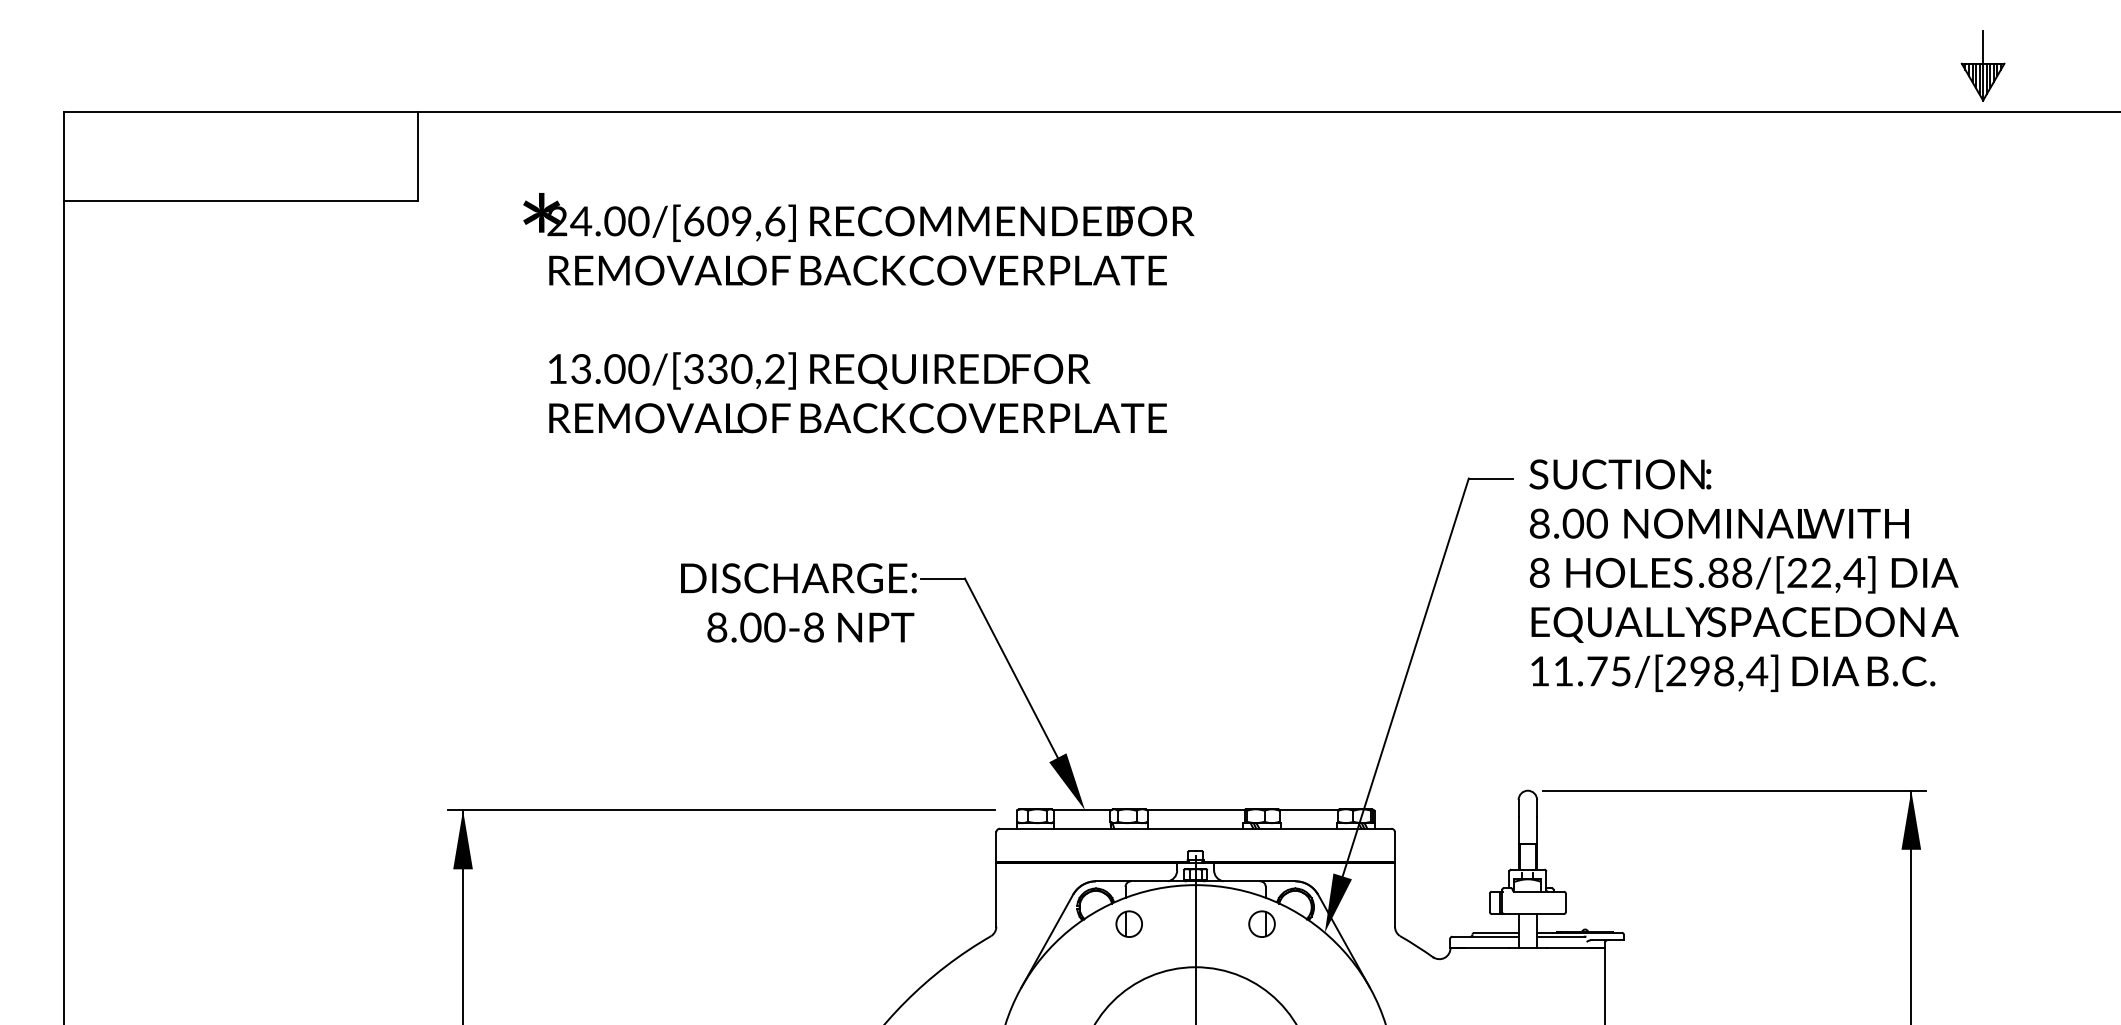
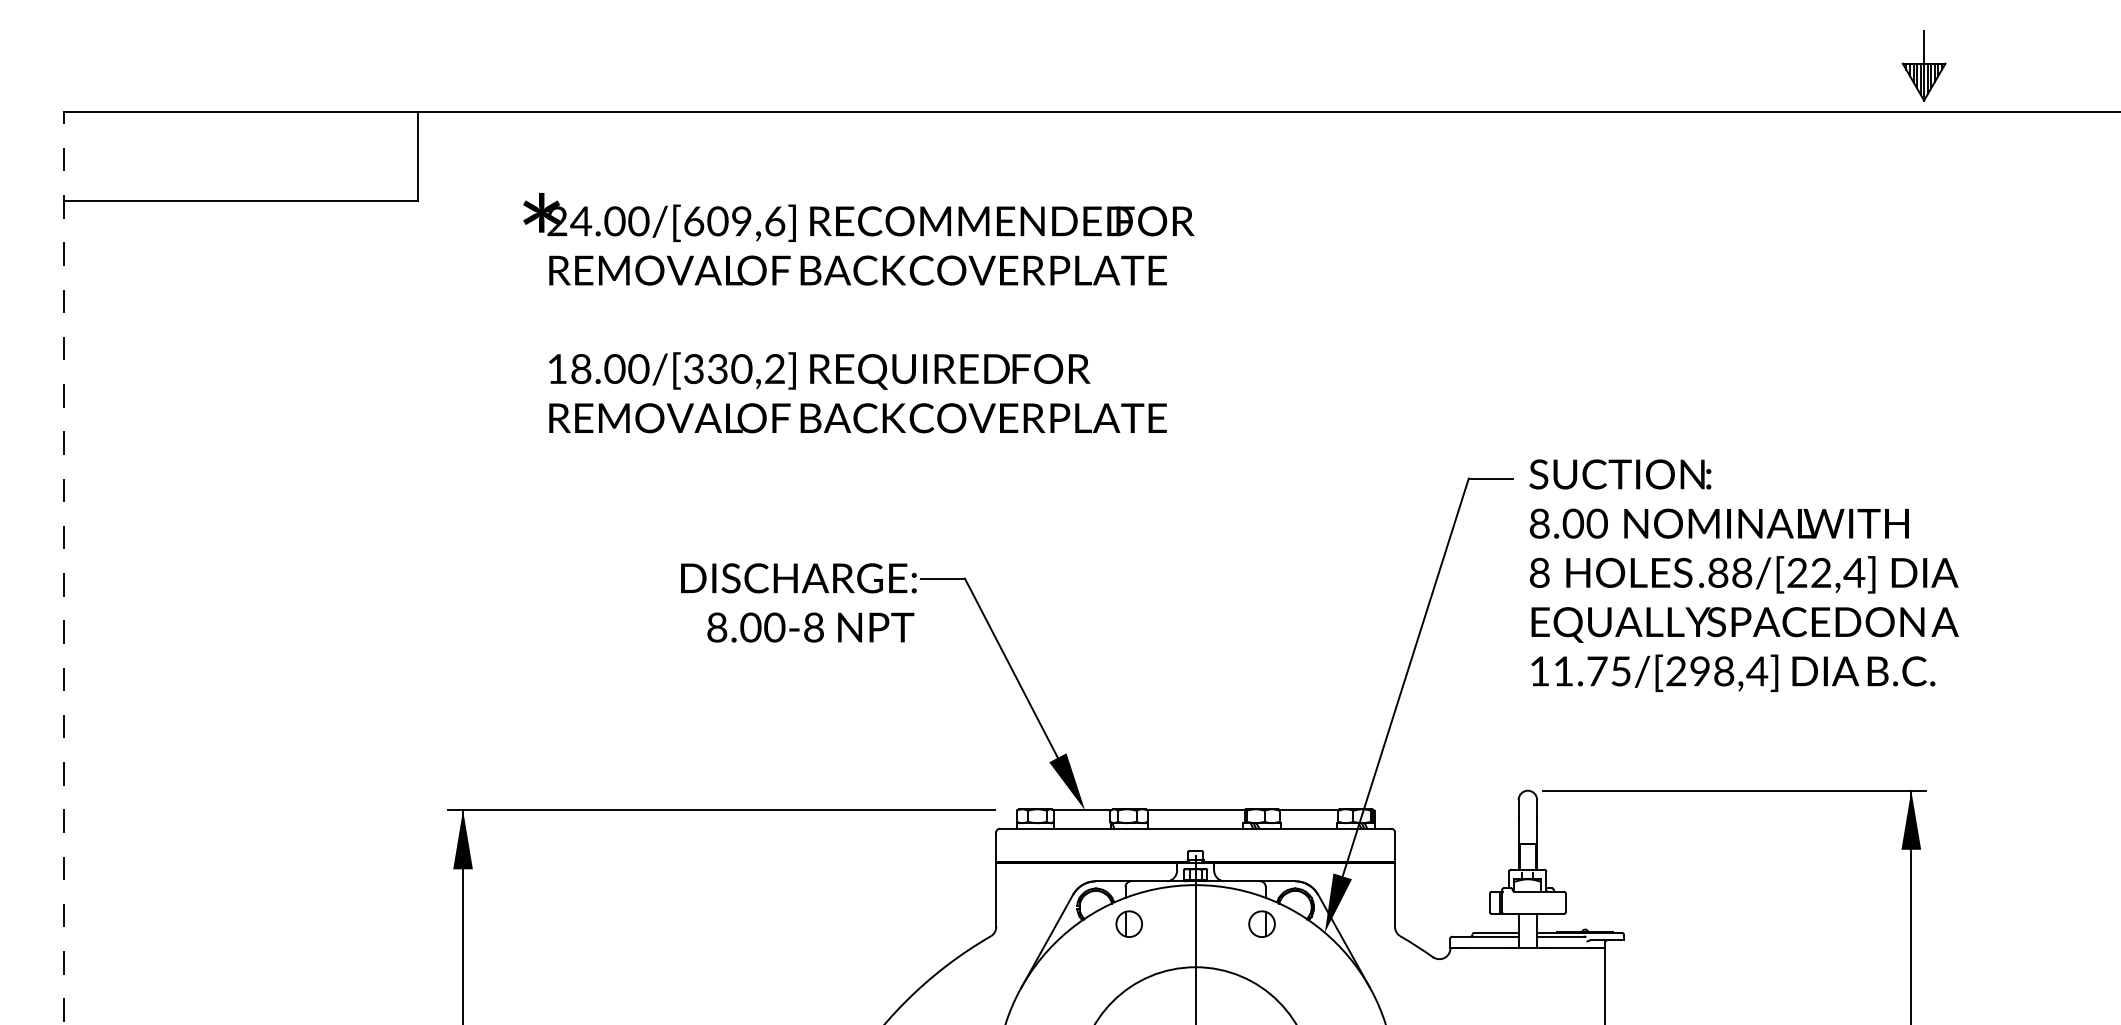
part at (1982, 65) position: (1982, 65) -> (1923, 65)
text at (581, 368): 13.00/[330,2] -> 18.00/[330,2]
line at (63, 568): solid -> dashed
